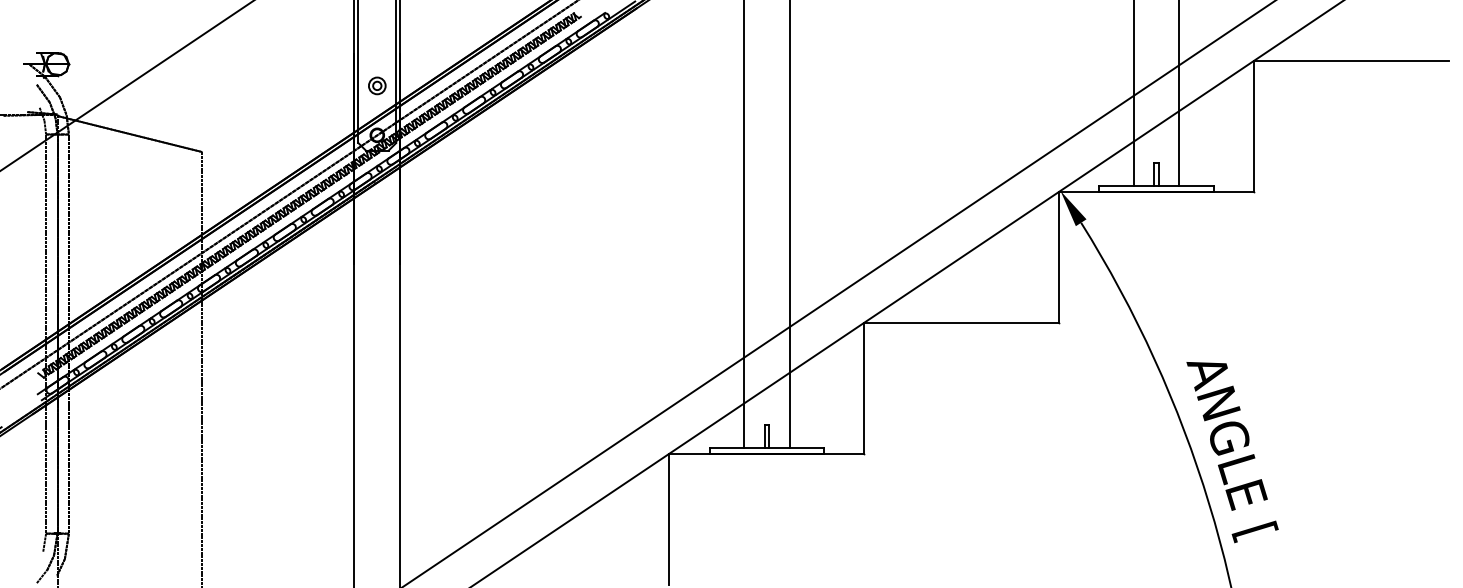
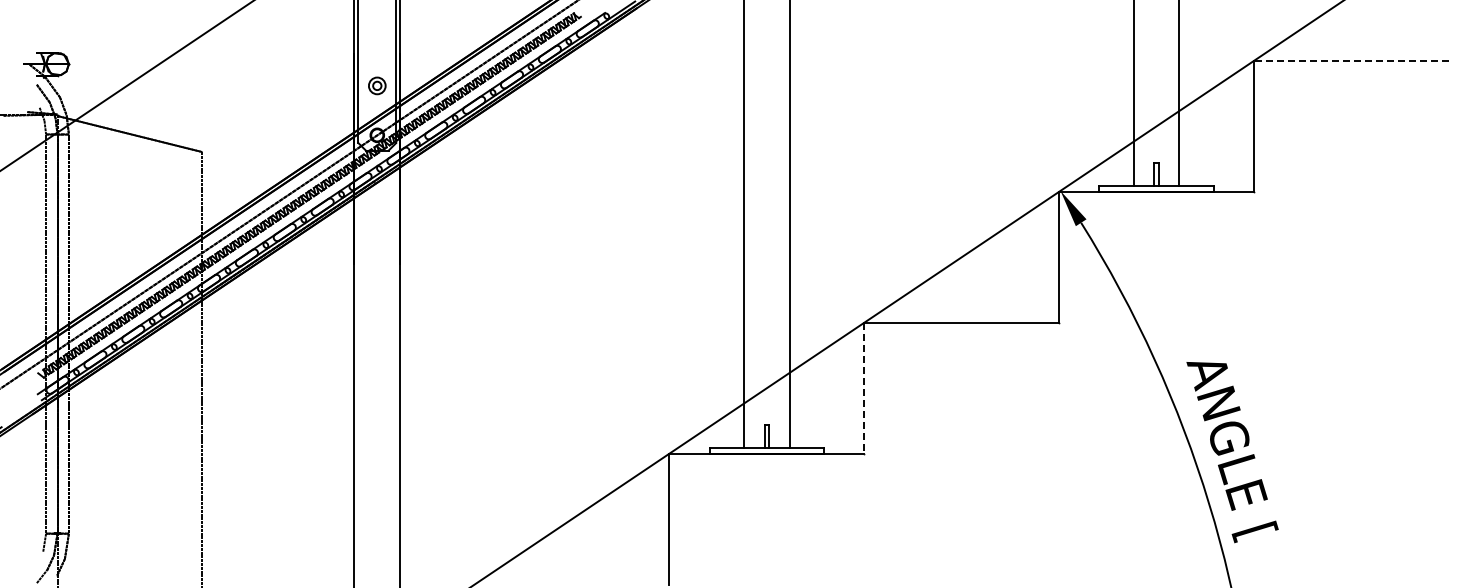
line at (1350, 60): solid -> dashed
line at (839, 293): present -> none
line at (864, 388): solid -> dashed
